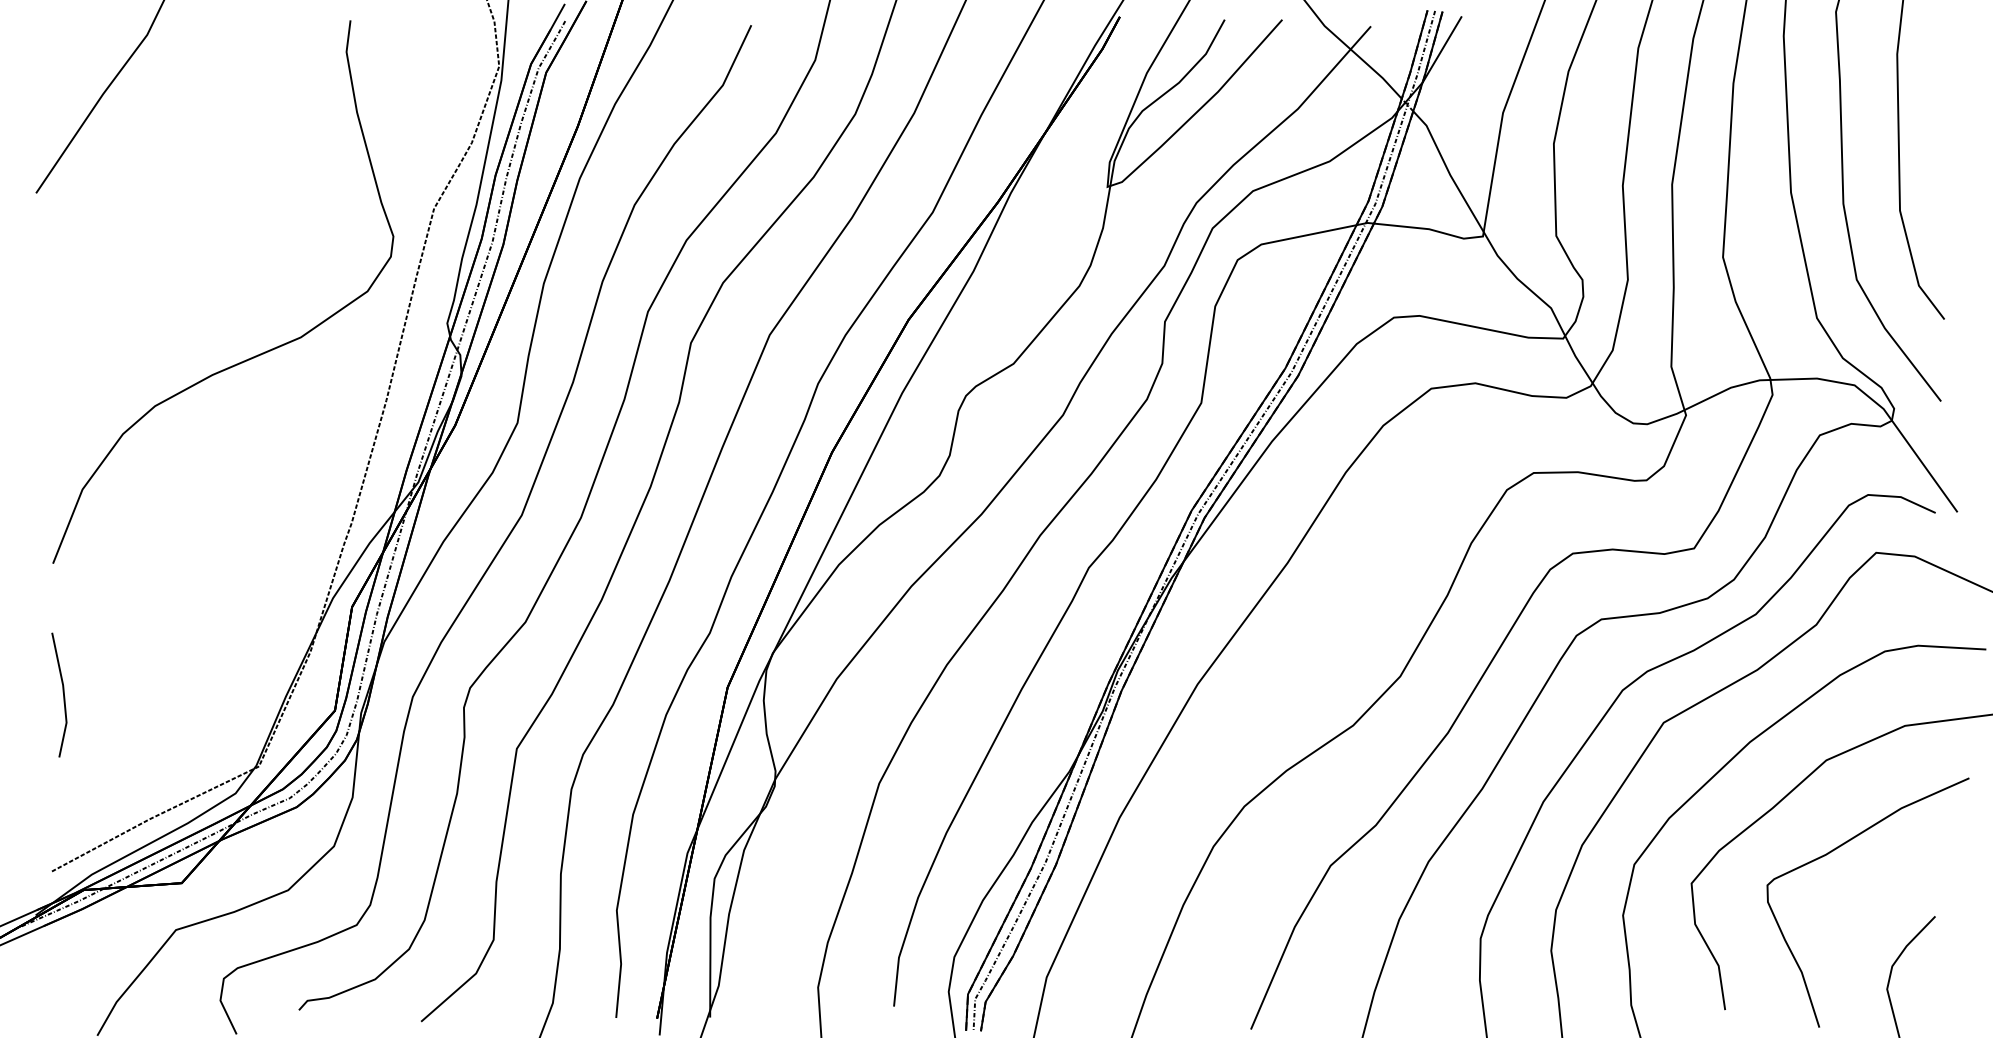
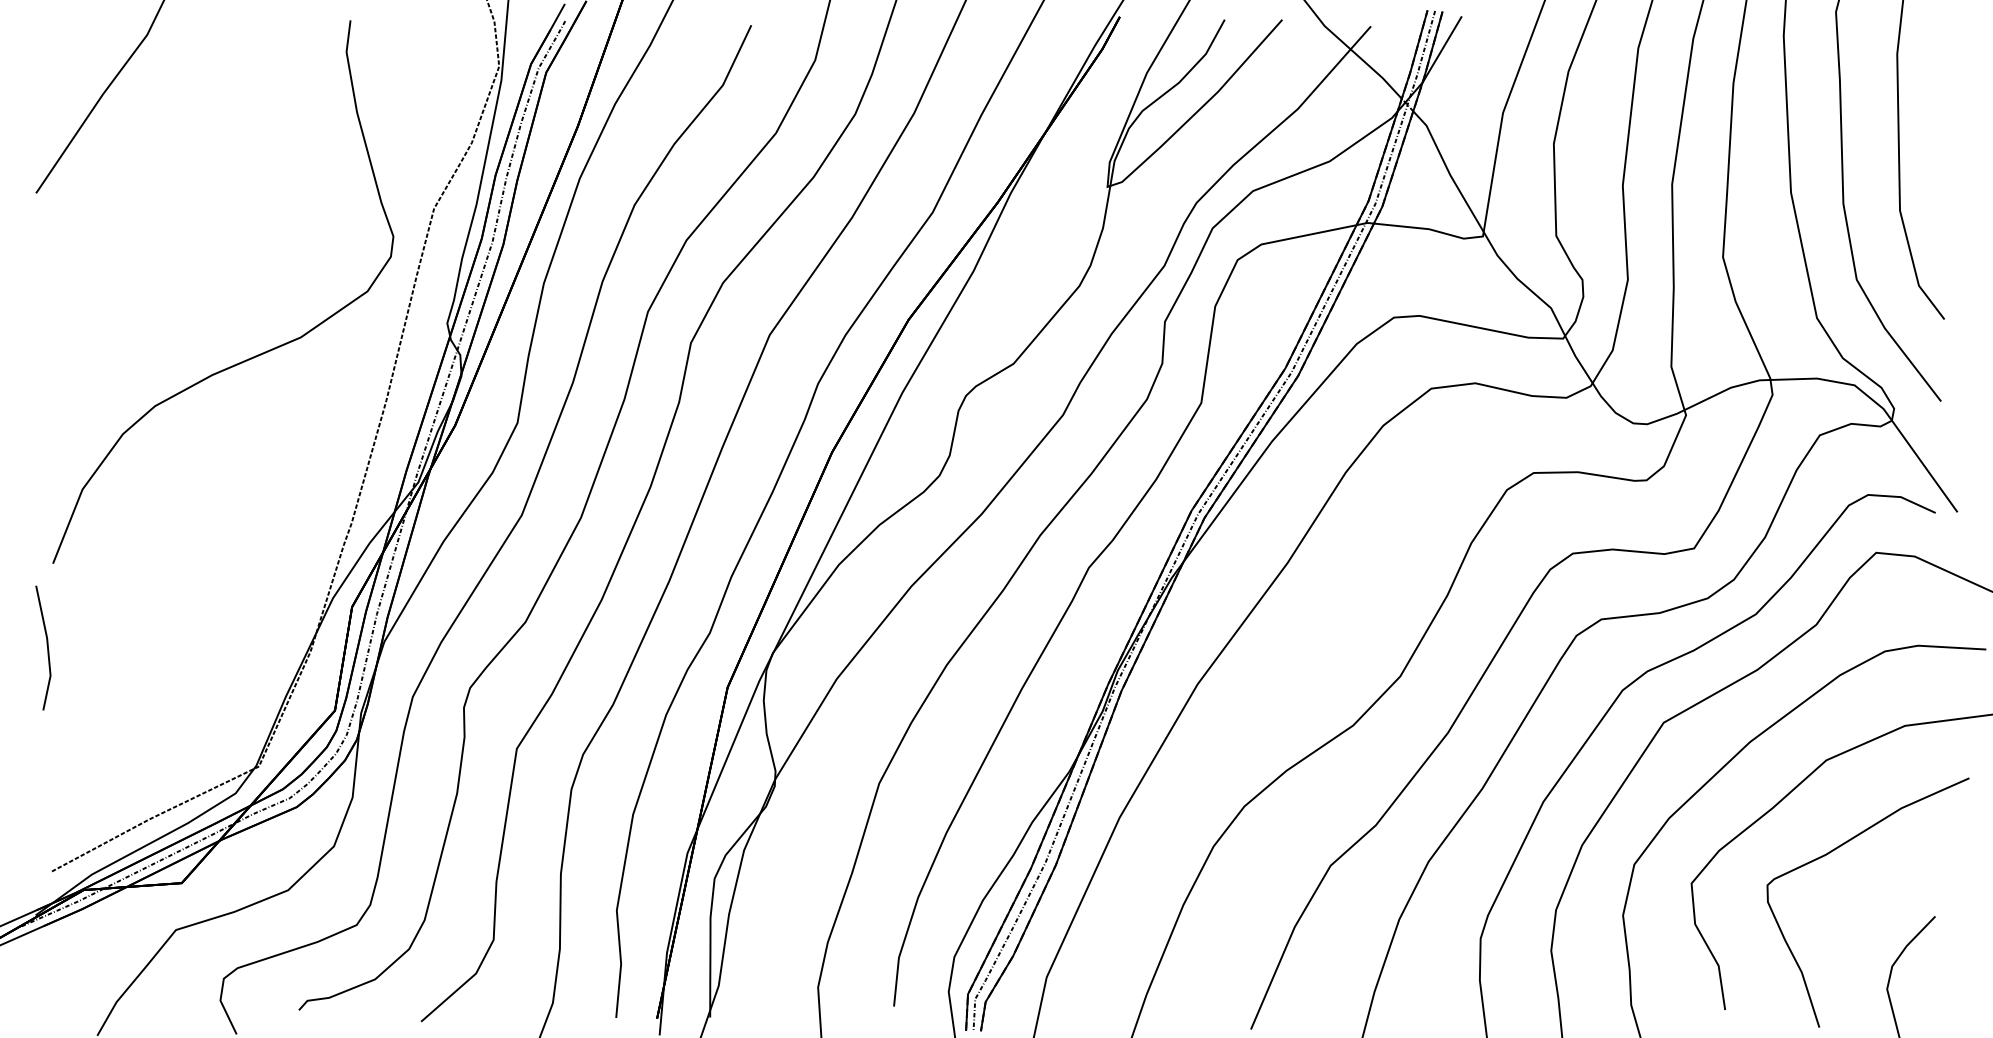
line at (62, 692) position: (62, 692) -> (46, 645)
